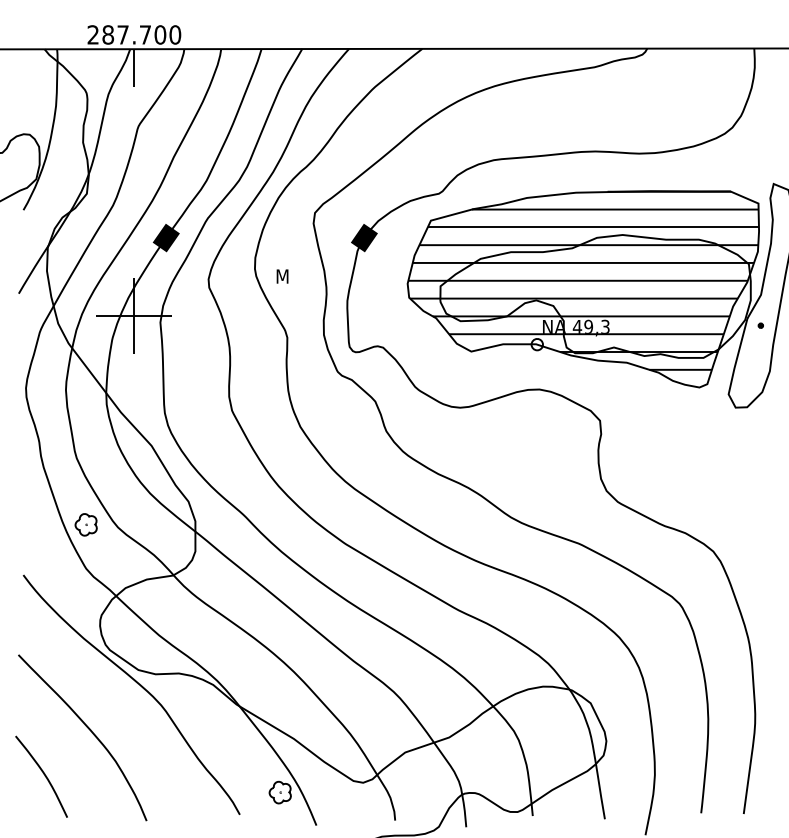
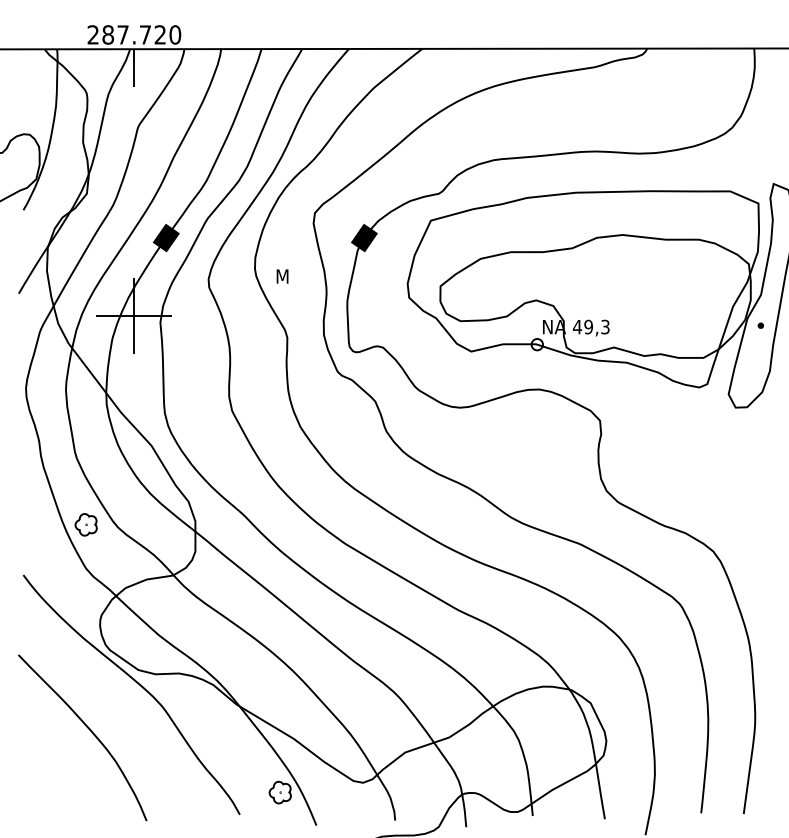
text at (160, 34): 287.700 -> 287.720
hatch at (583, 280): present -> none
curve at (43, 774): present -> none
